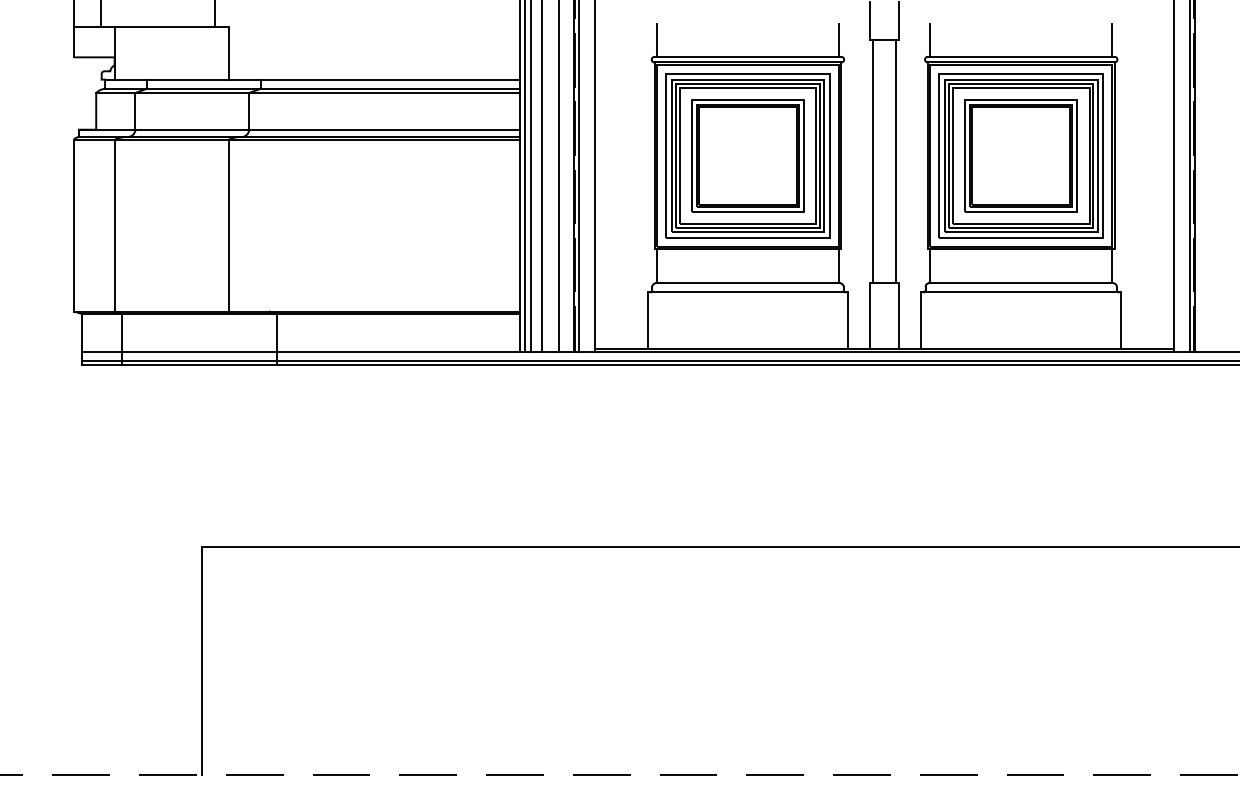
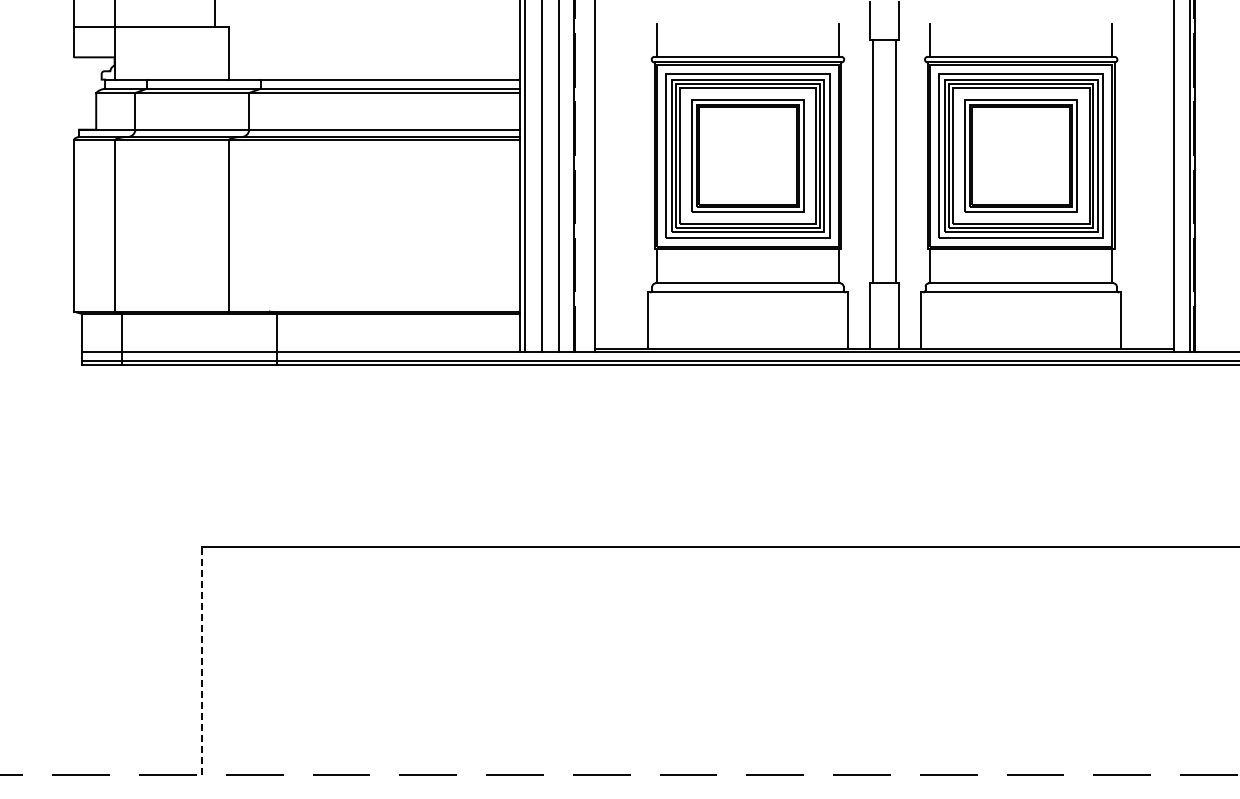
line at (101, 14) position: (101, 14) -> (115, 14)
line at (530, 176): present -> none
line at (579, 176): present -> none
line at (201, 661): solid -> dashed
